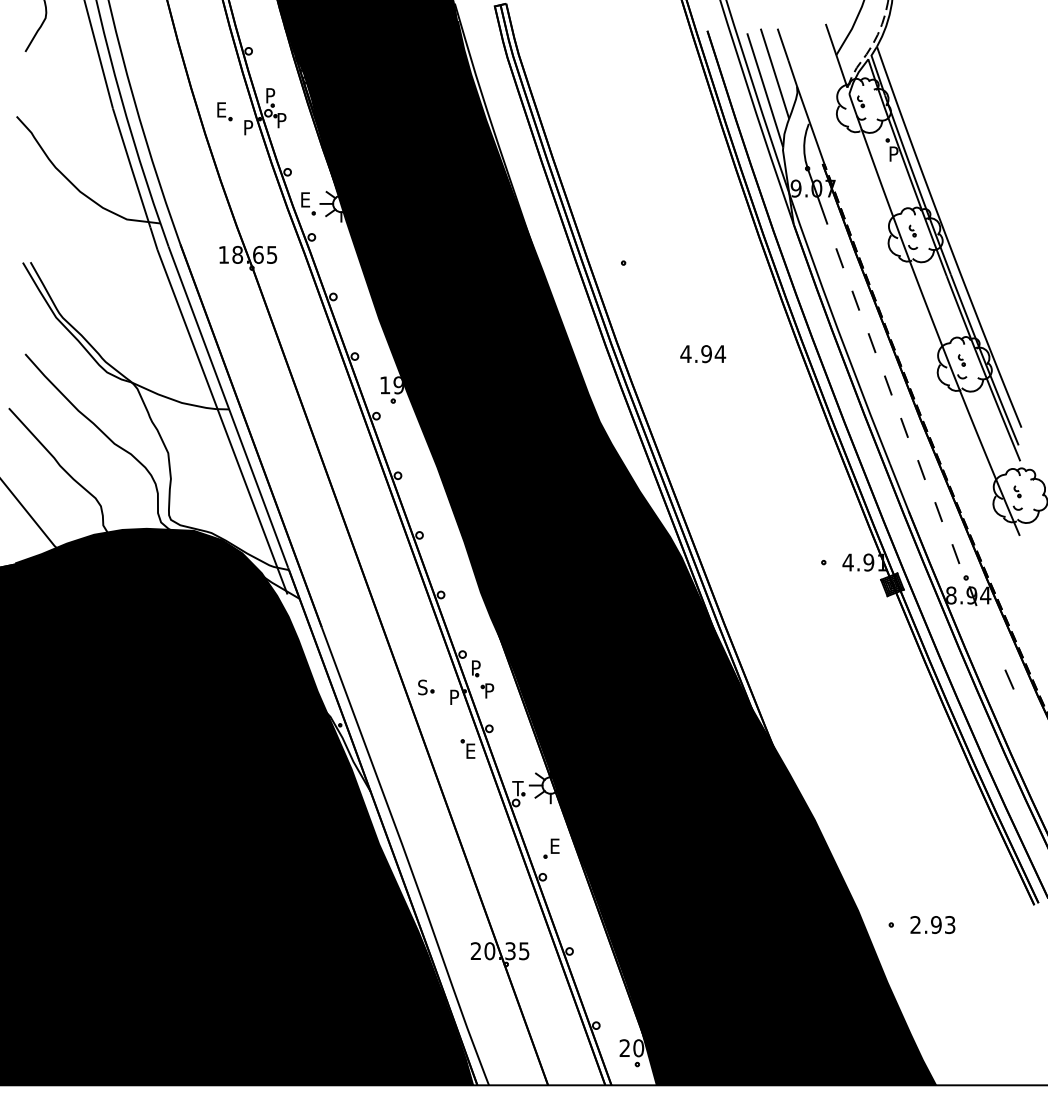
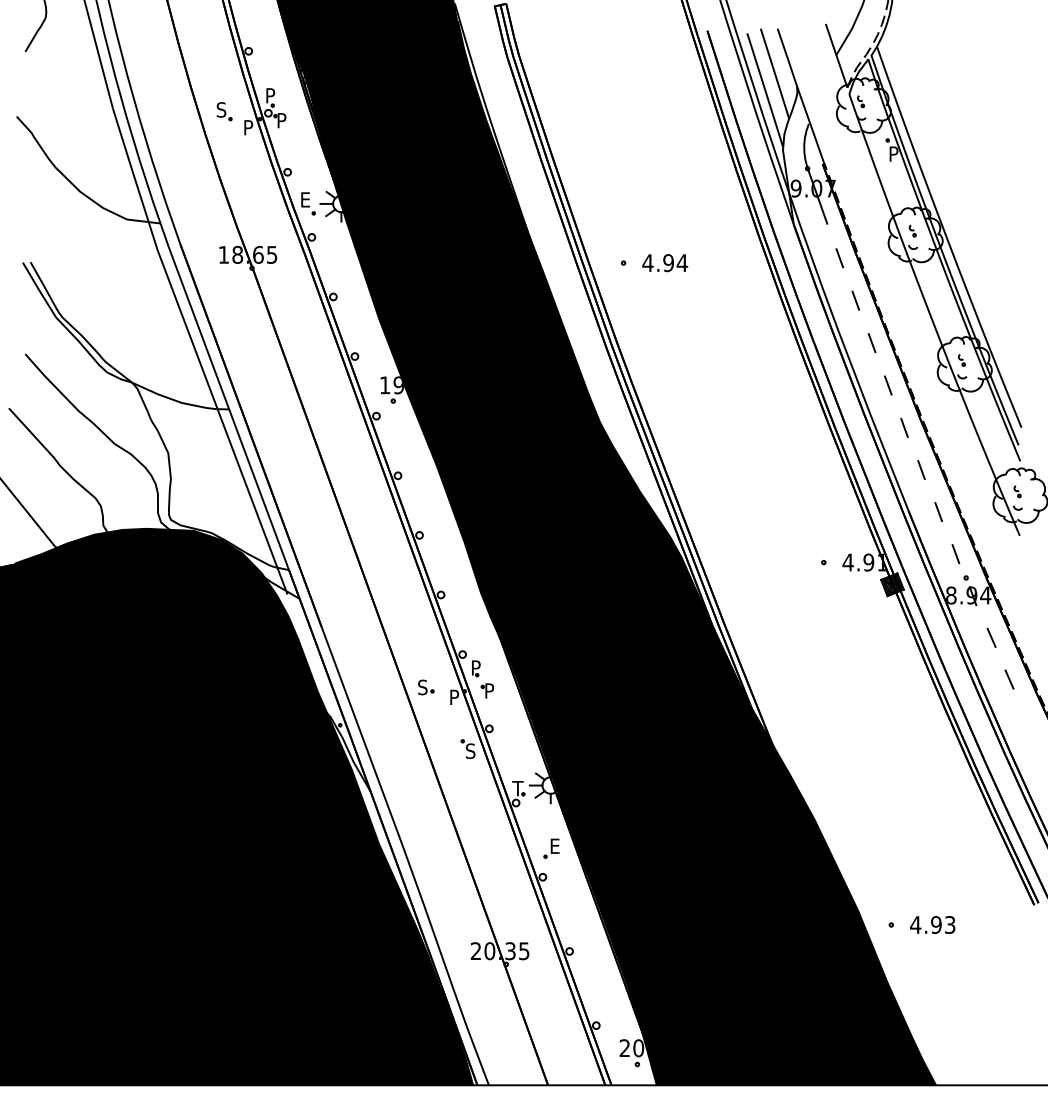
text at (221, 109): E -> S
text at (703, 354) position: (703, 354) -> (665, 263)
line at (991, 637): none -> present
text at (470, 751): E -> S
text at (915, 924): 2.93 -> 4.93
